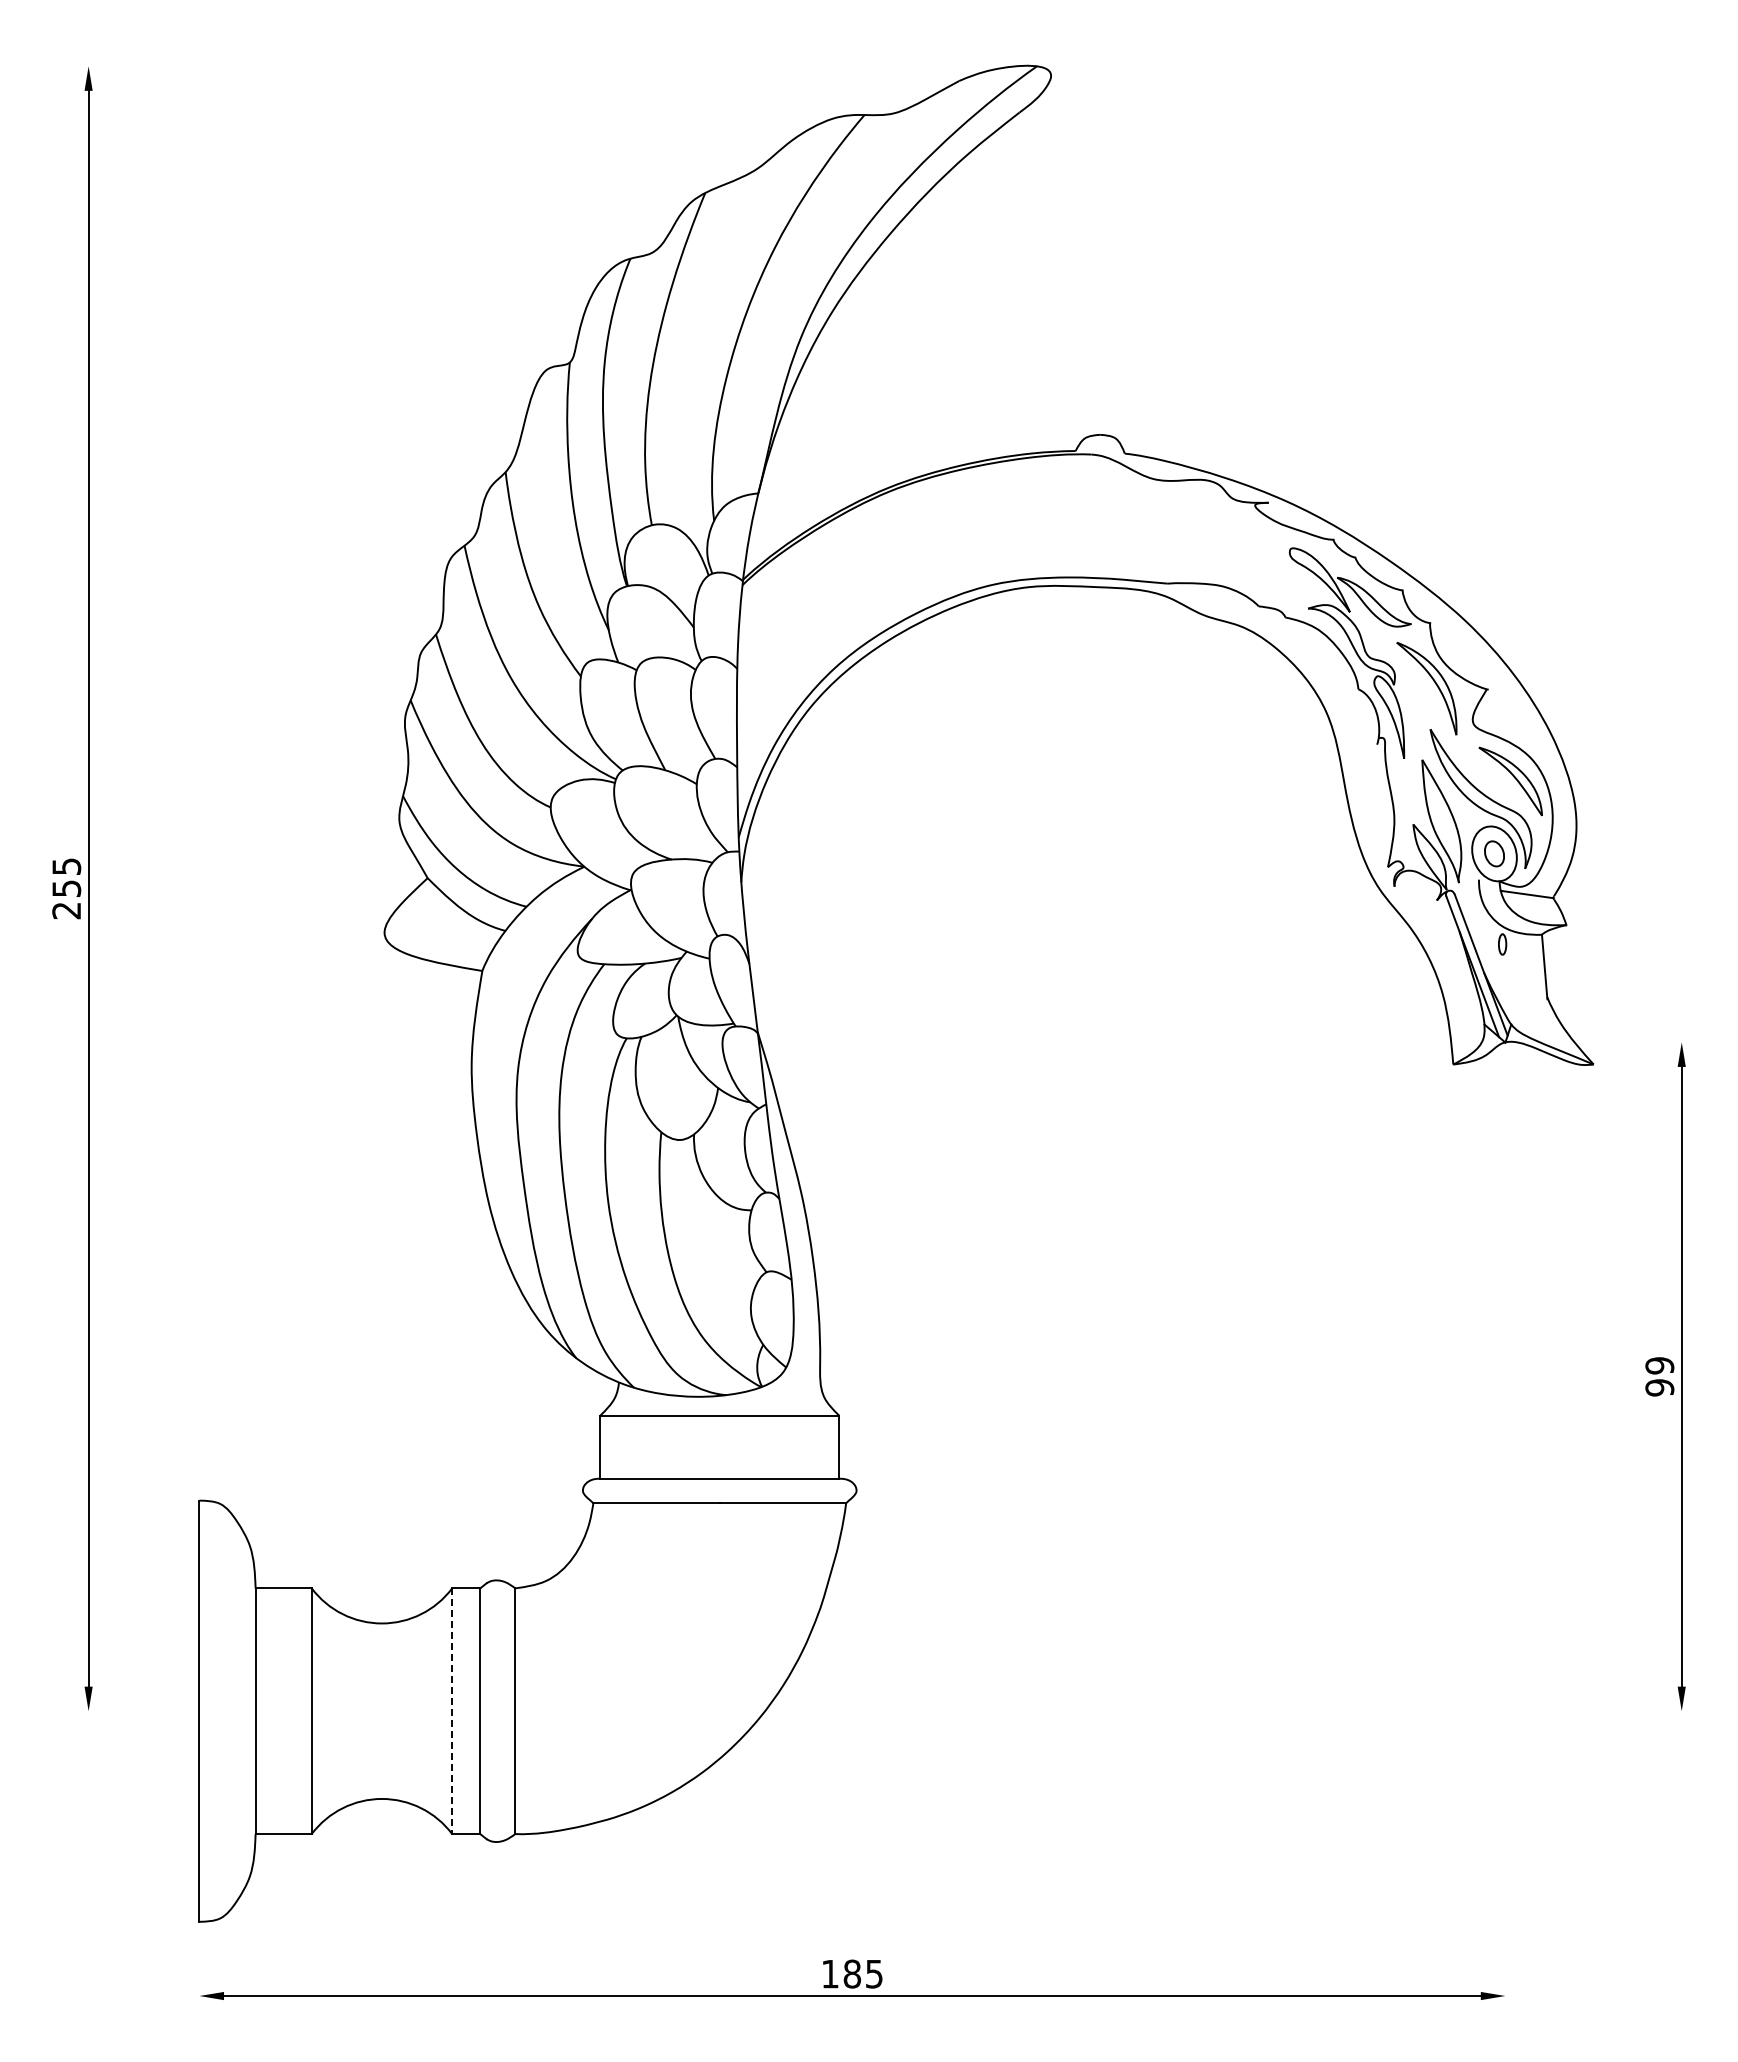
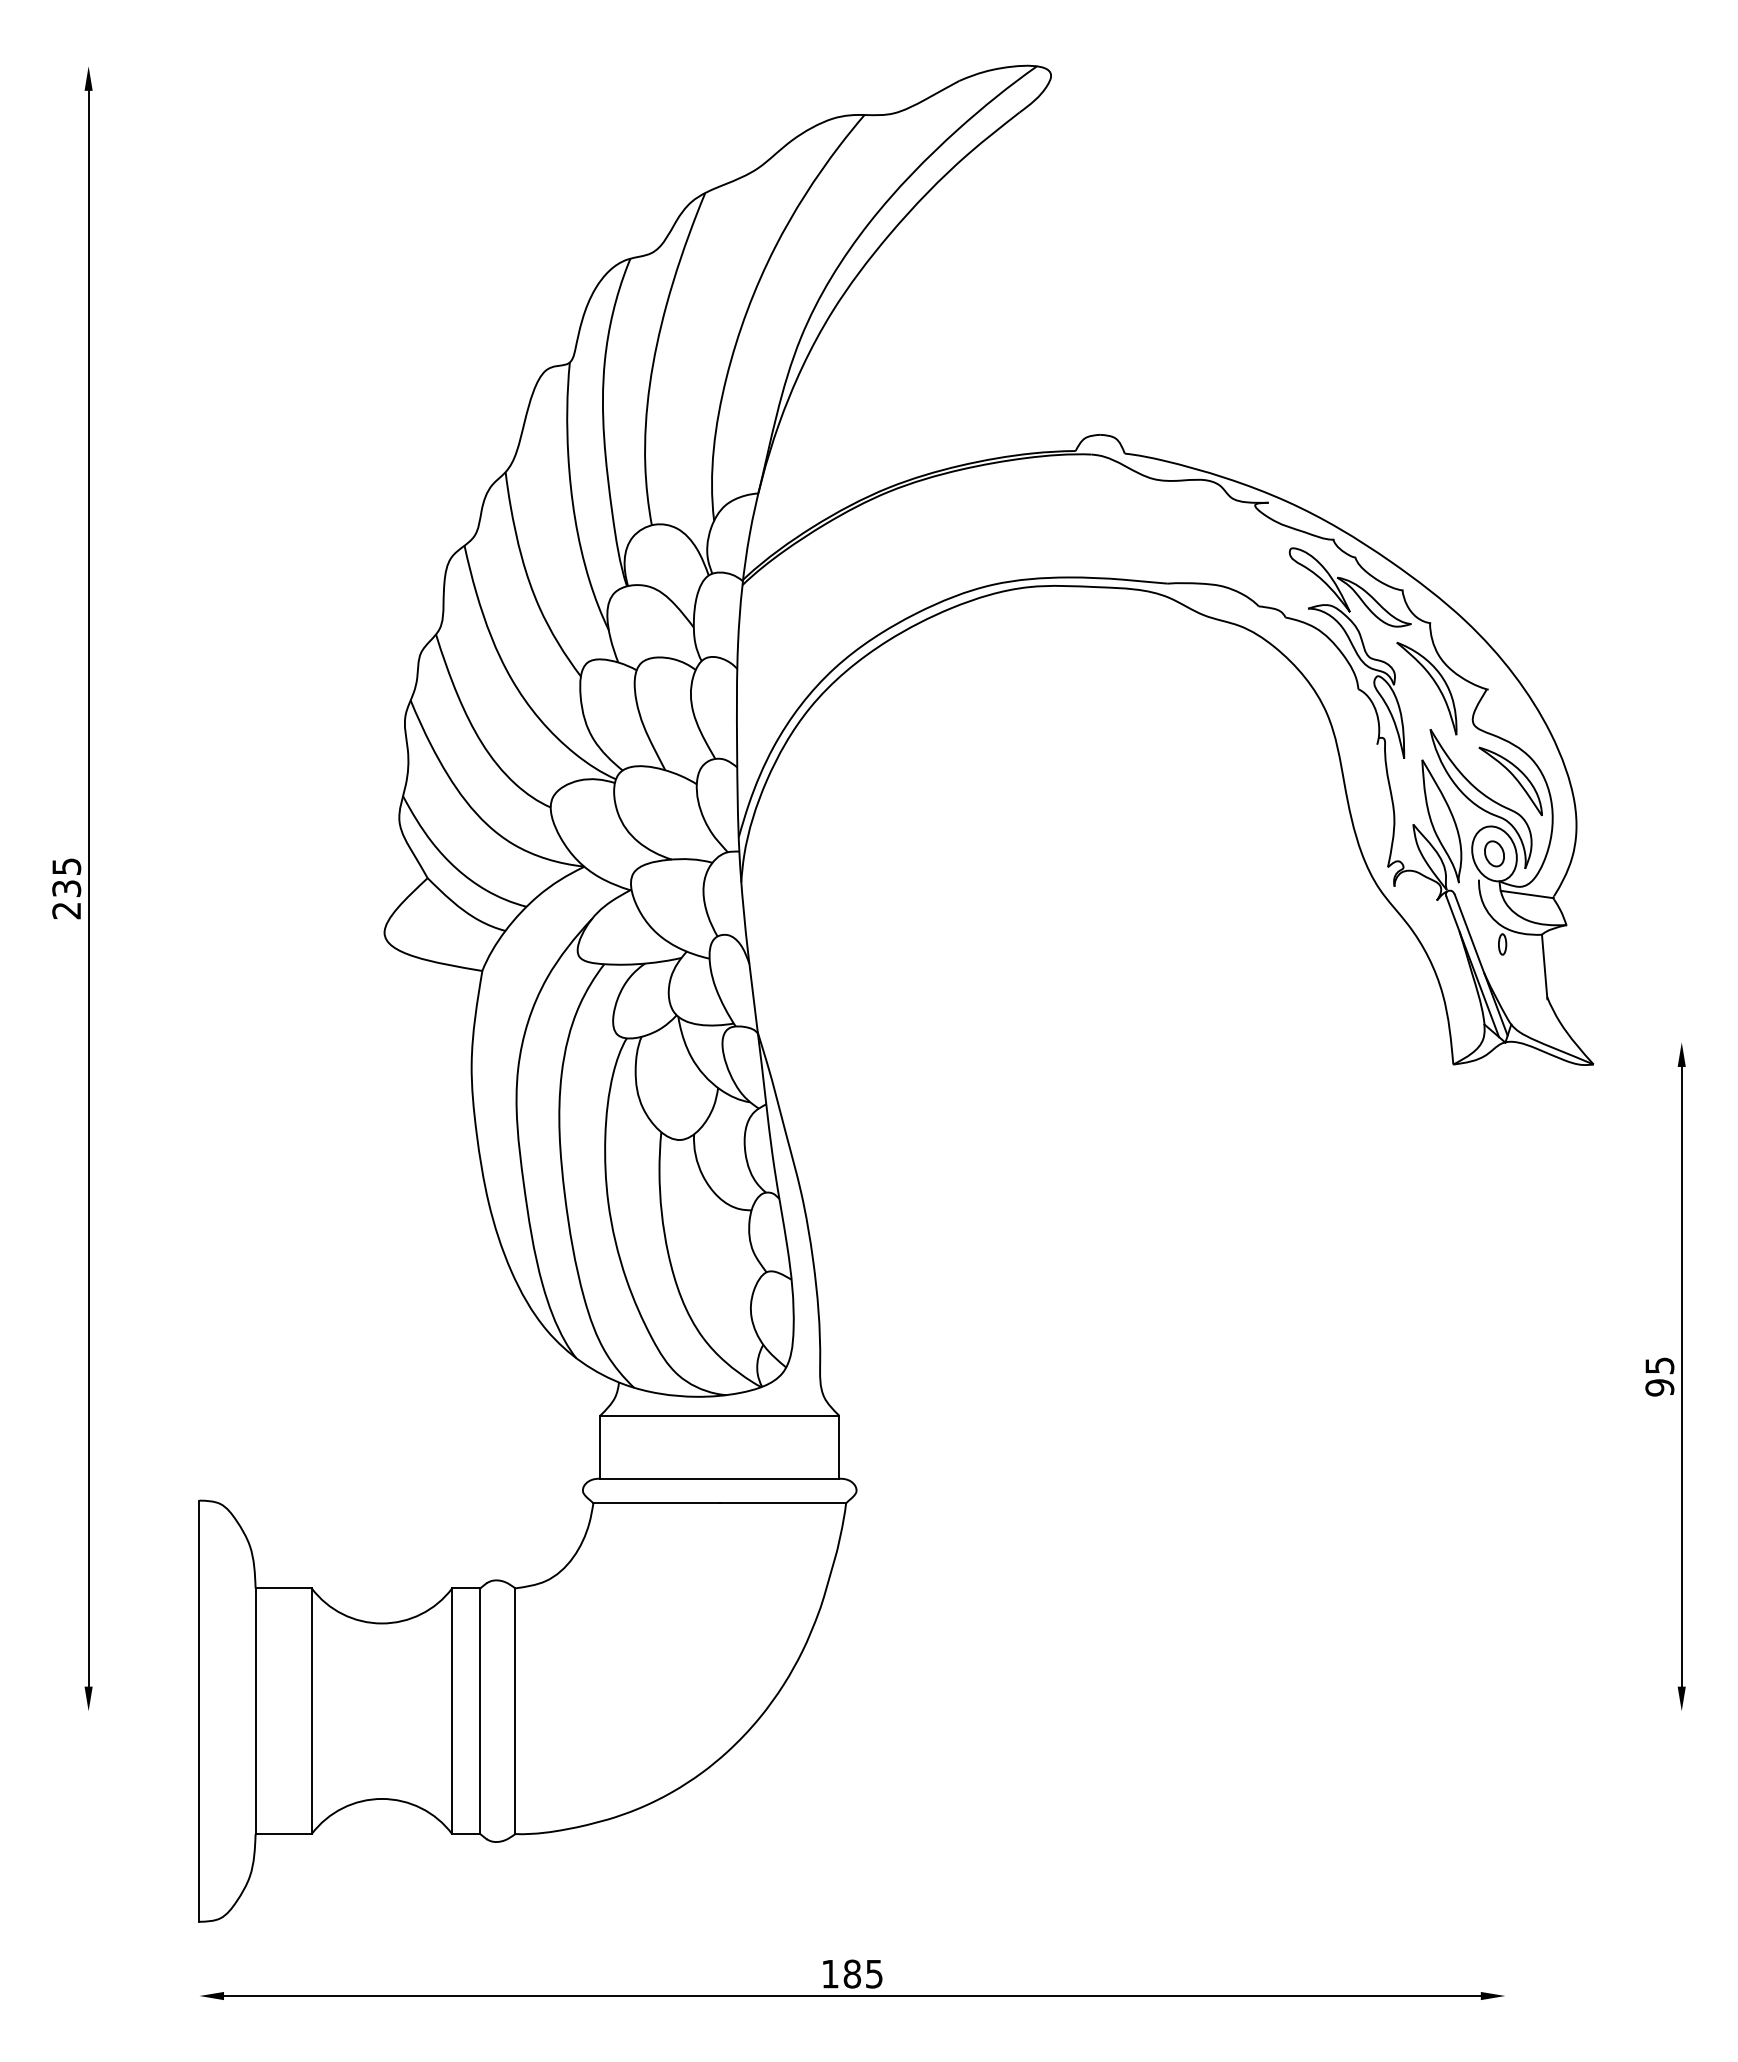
text at (66, 888): 255 -> 235
text at (1659, 1365): 99 -> 95
line at (452, 1711): dashed -> solid
